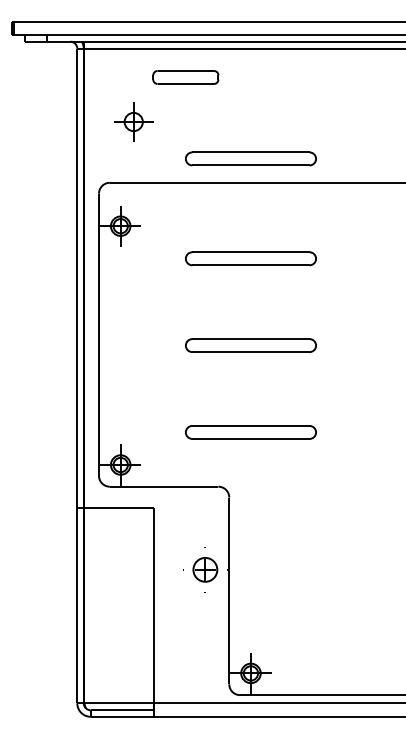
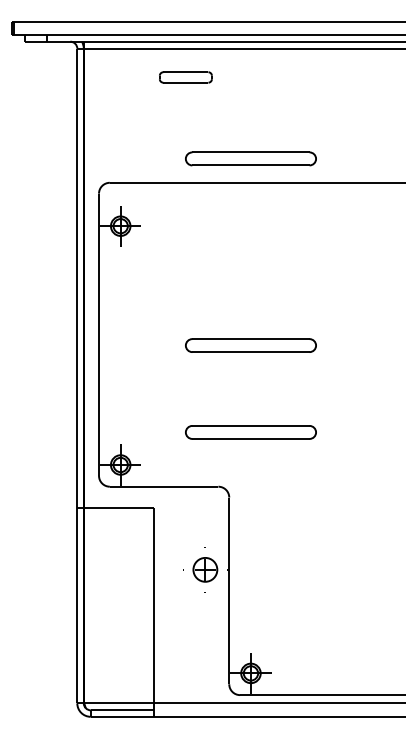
part at (185, 77) size: 68x15 px -> 54x13 px
part at (133, 121): present -> none
part at (250, 258): present -> none
